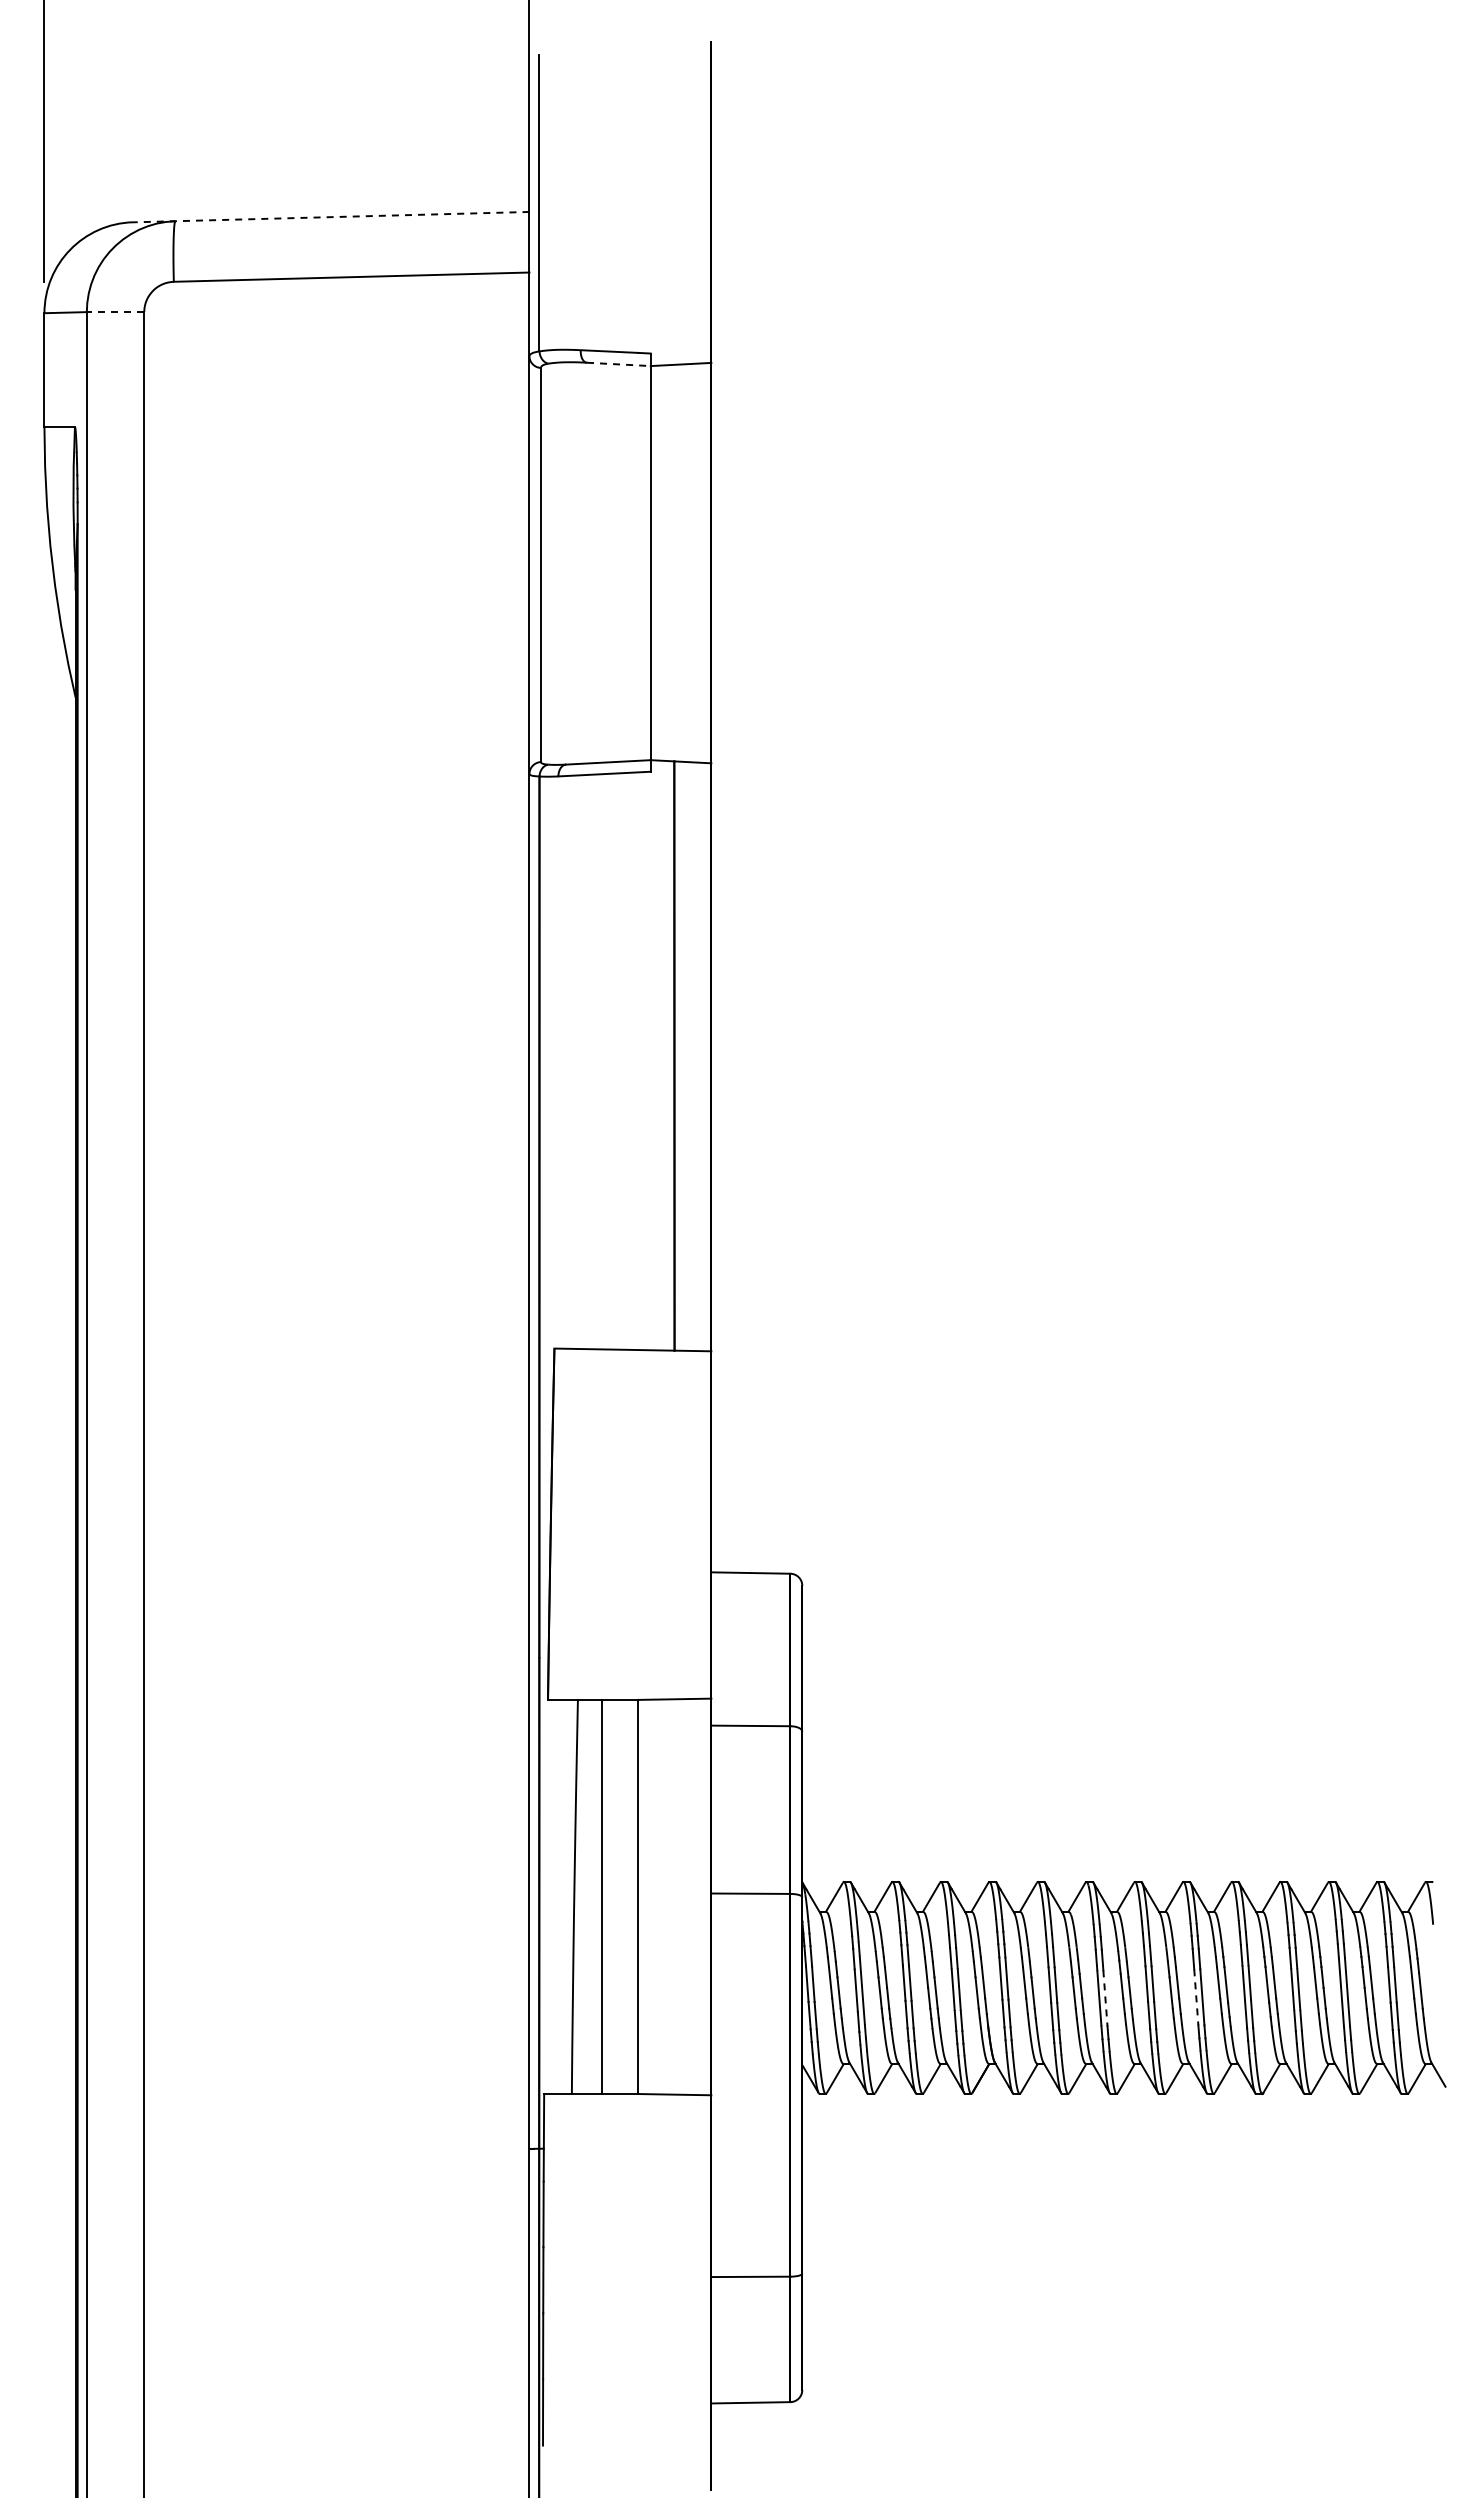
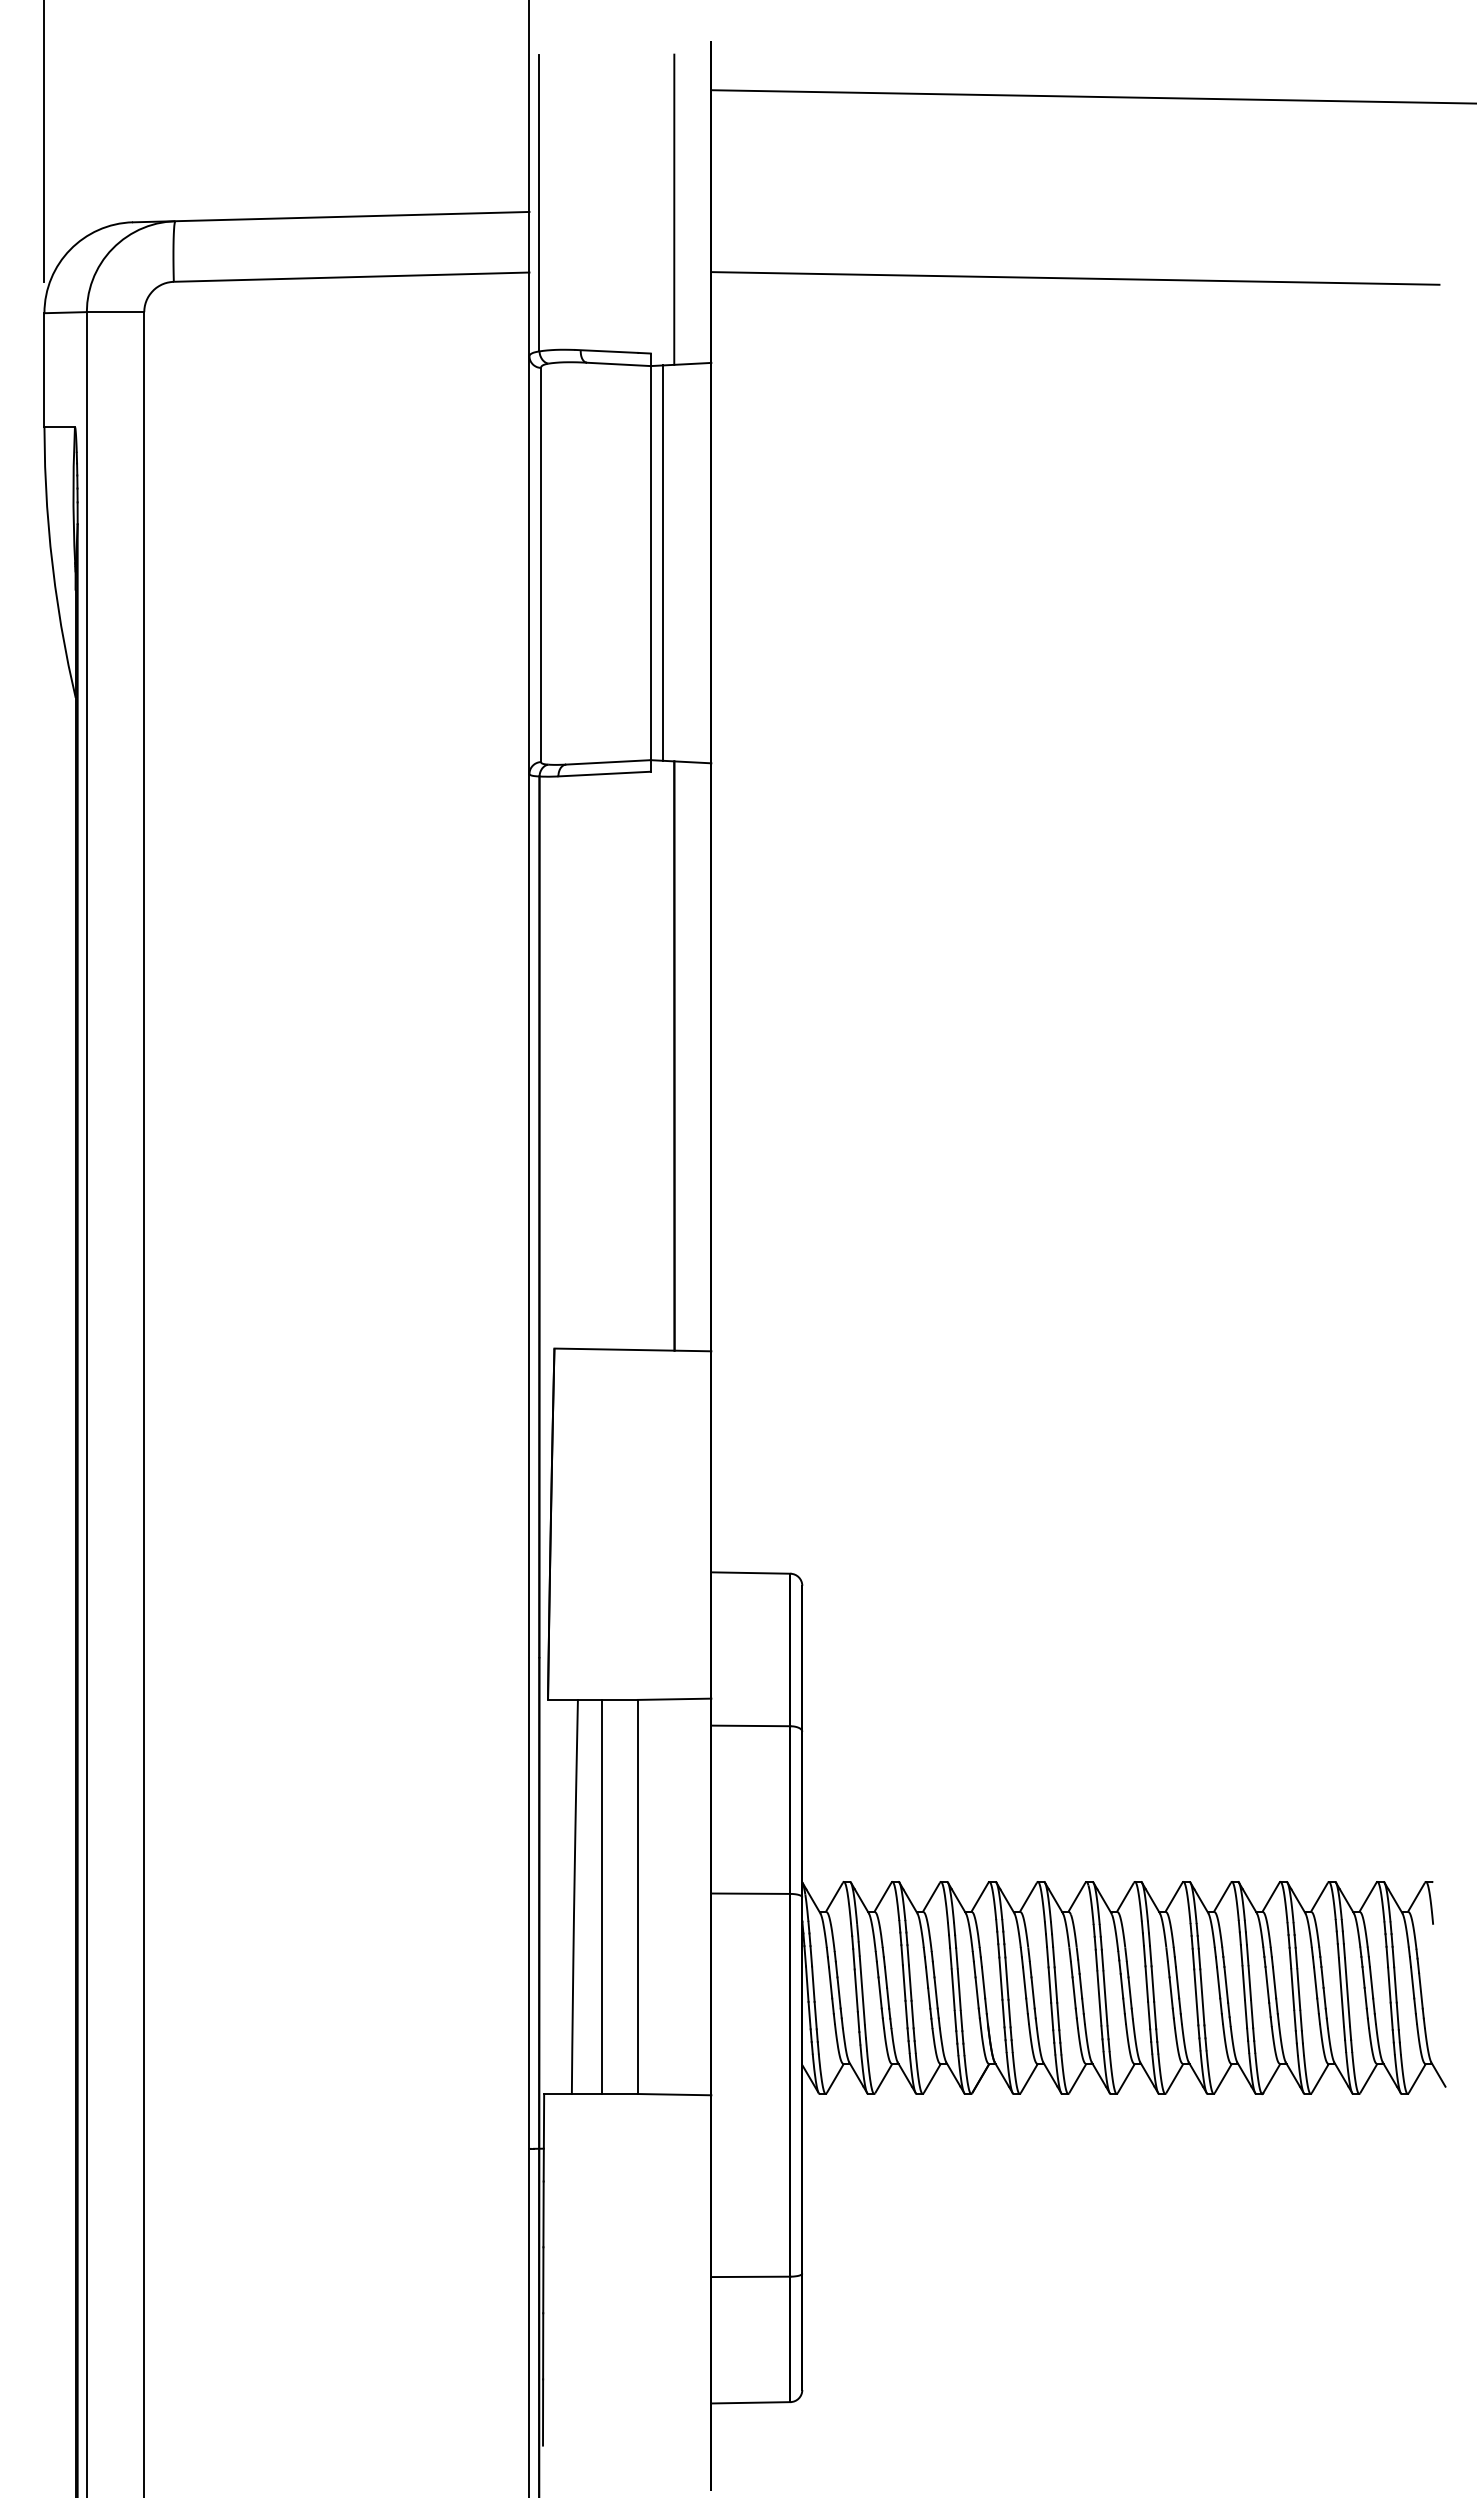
line at (1092, 96): none -> present
line at (674, 209): none -> present
line at (330, 217): dashed -> solid
line at (1075, 278): none -> present
line at (115, 312): dashed -> solid
line at (618, 364): dashed -> solid
line at (662, 562): none -> present
line at (1105, 1997): dashed -> solid
line at (1196, 1997): dashed -> solid
